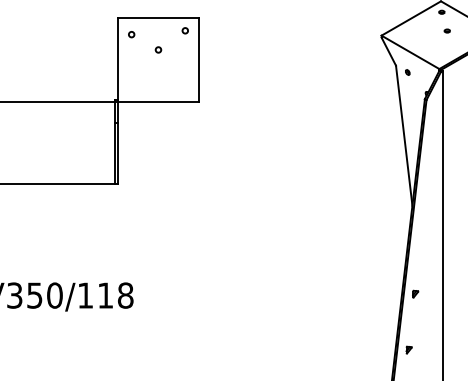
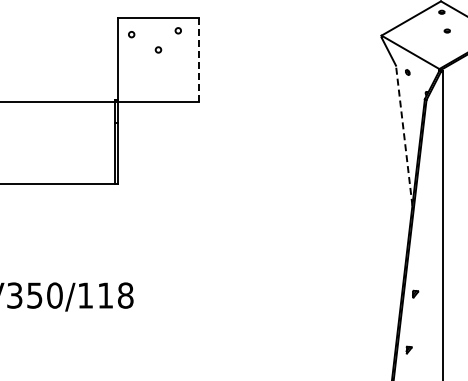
circle at (184, 30) position: (184, 30) -> (177, 30)
line at (199, 60): solid -> dashed
line at (404, 135): solid -> dashed
